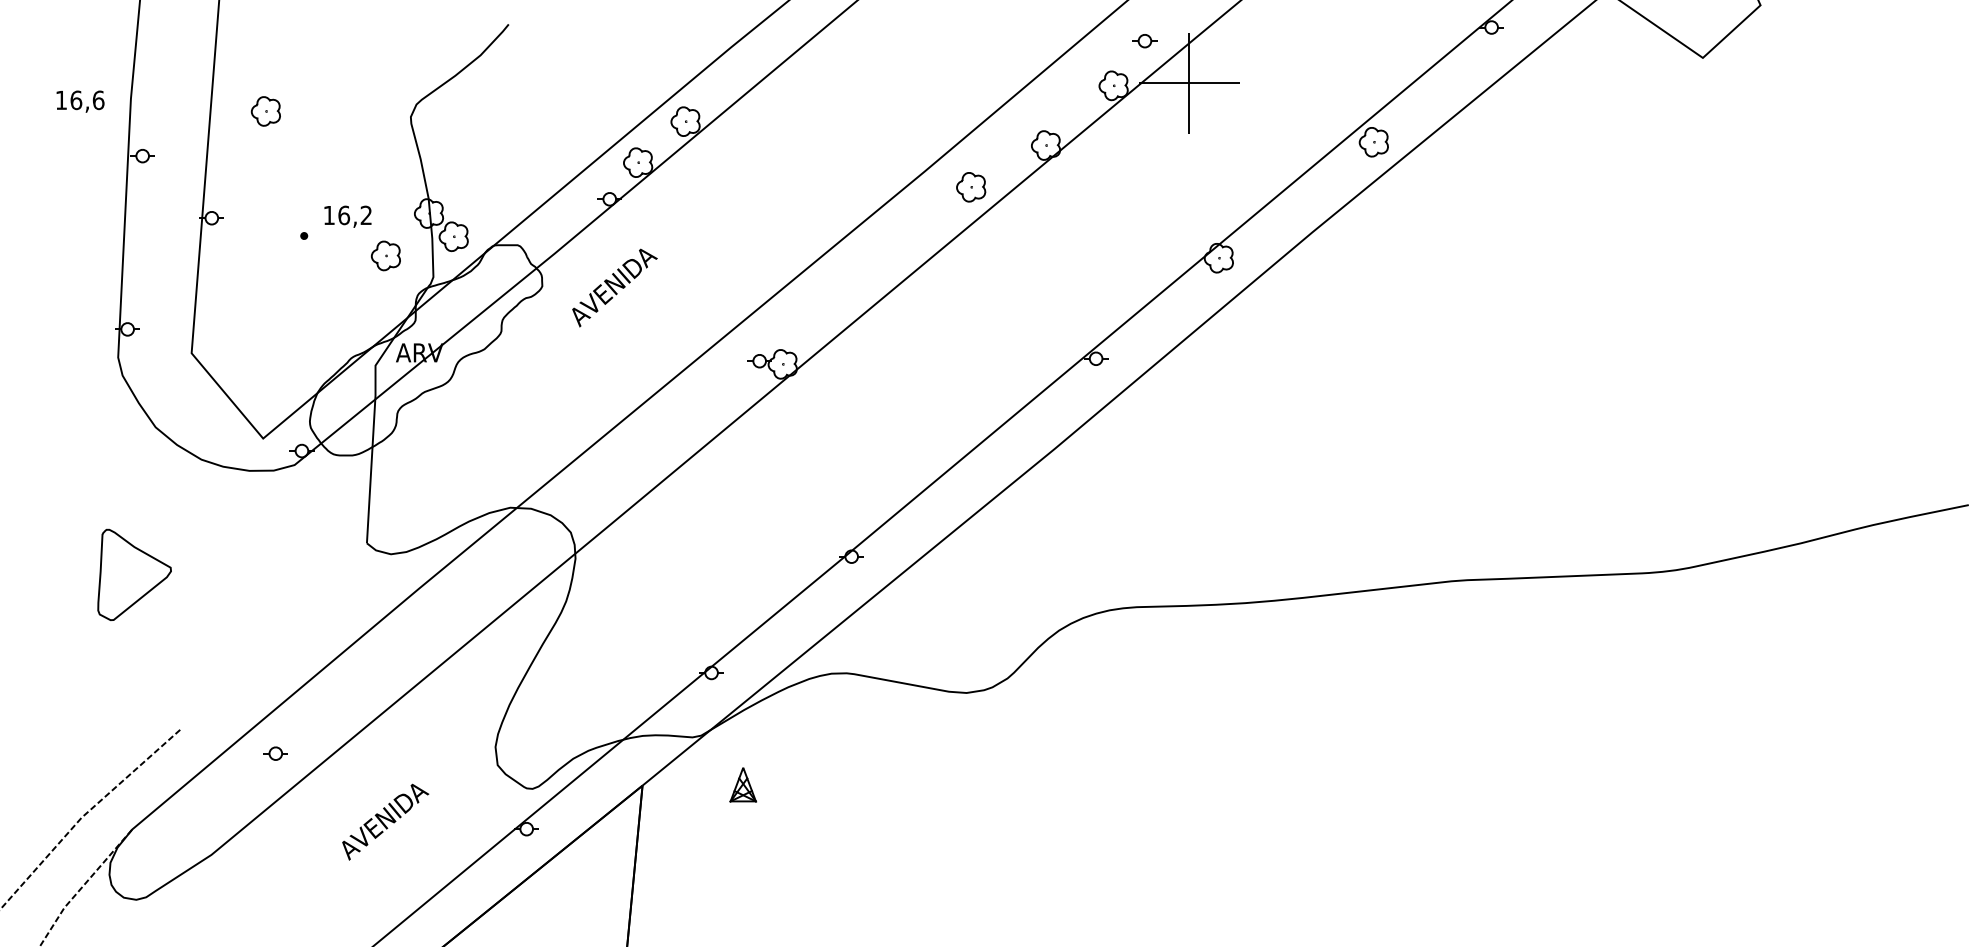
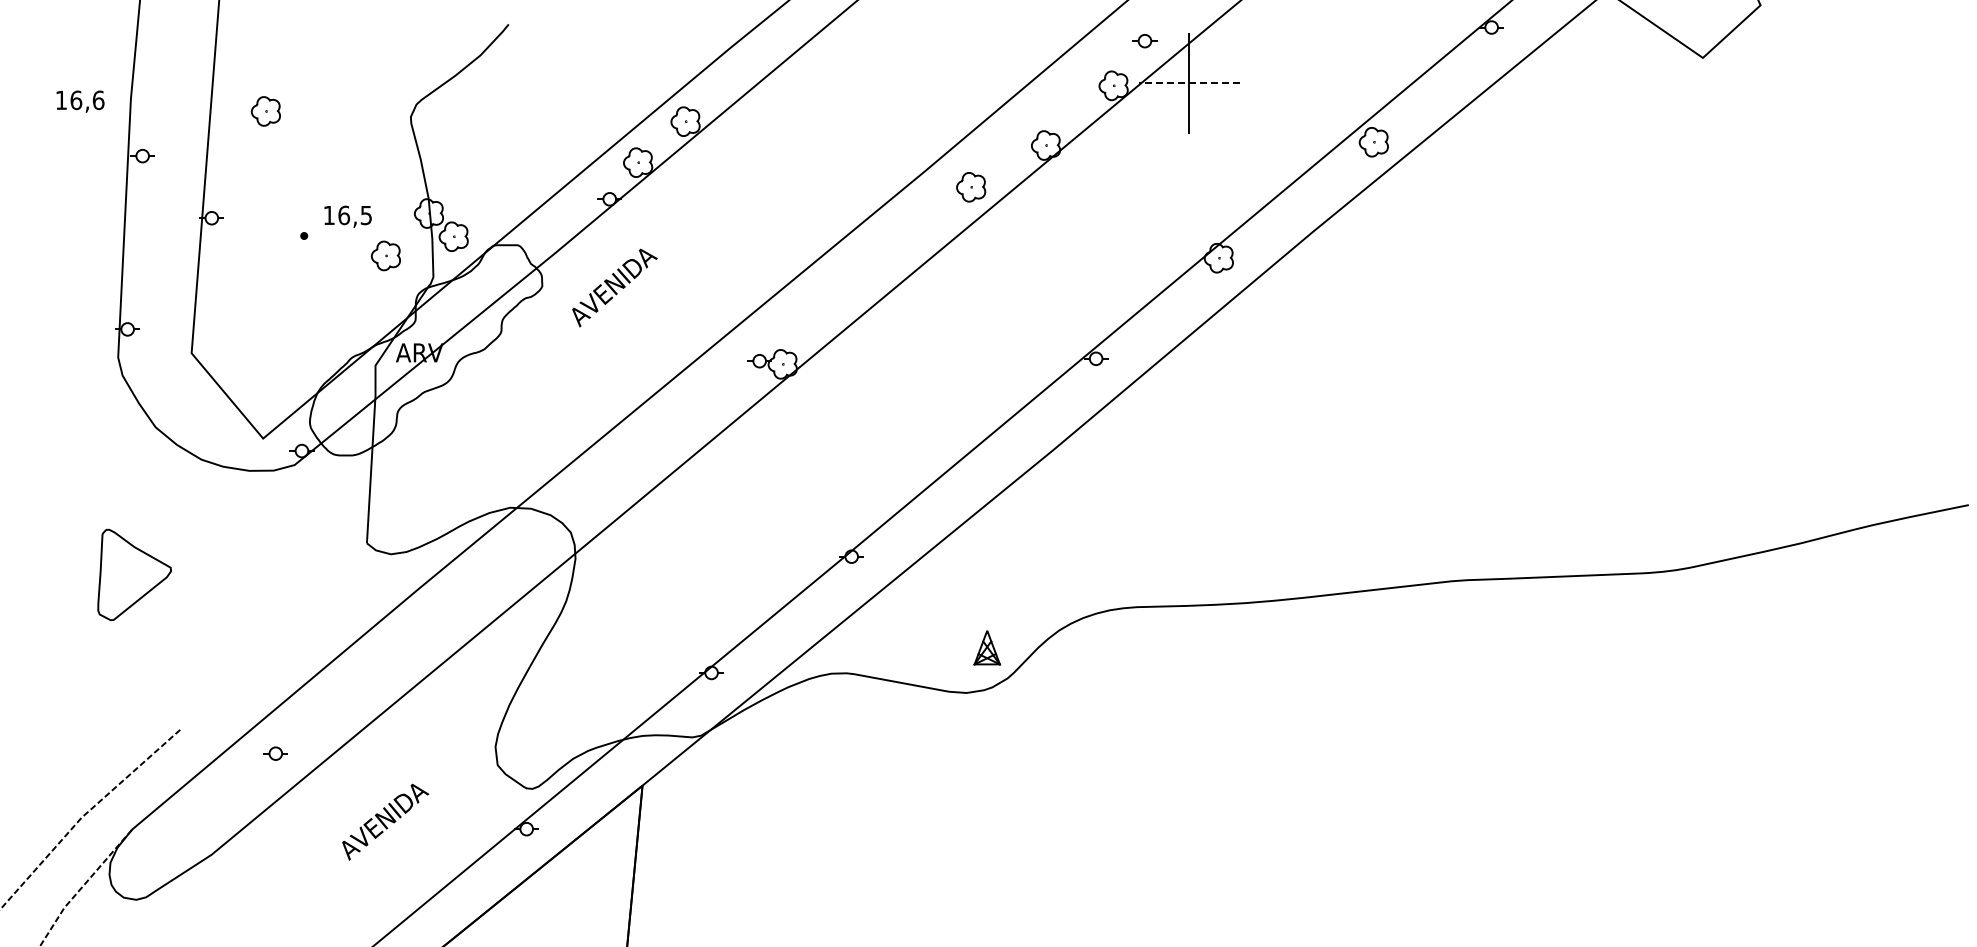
line at (1188, 83): solid -> dashed
text at (365, 215): 16,2 -> 16,5
part at (742, 784) position: (742, 784) -> (986, 647)
